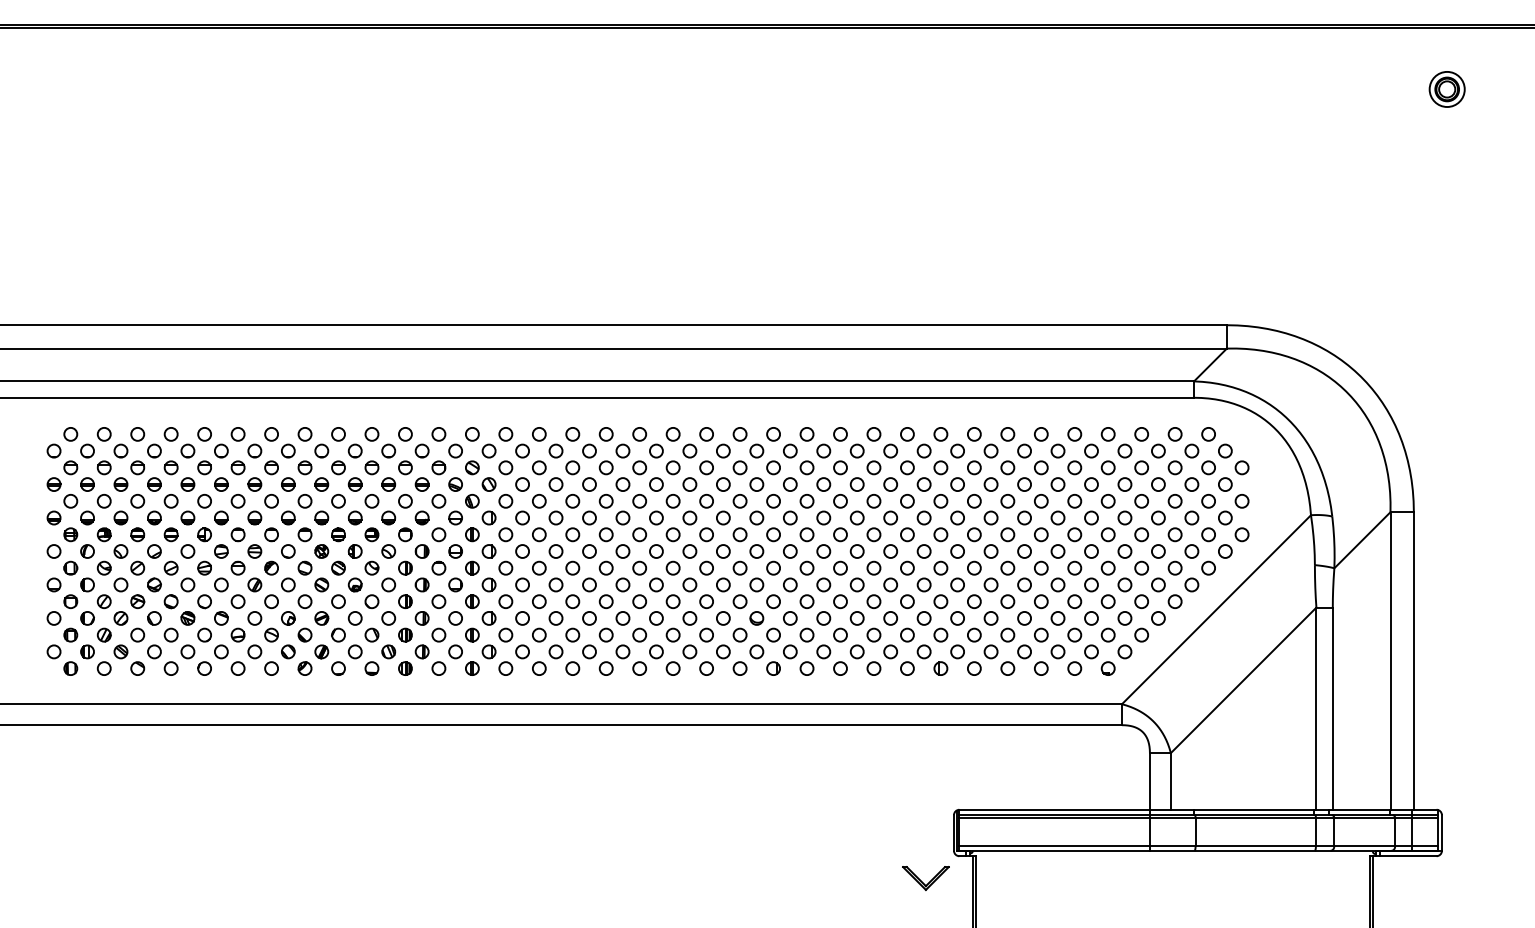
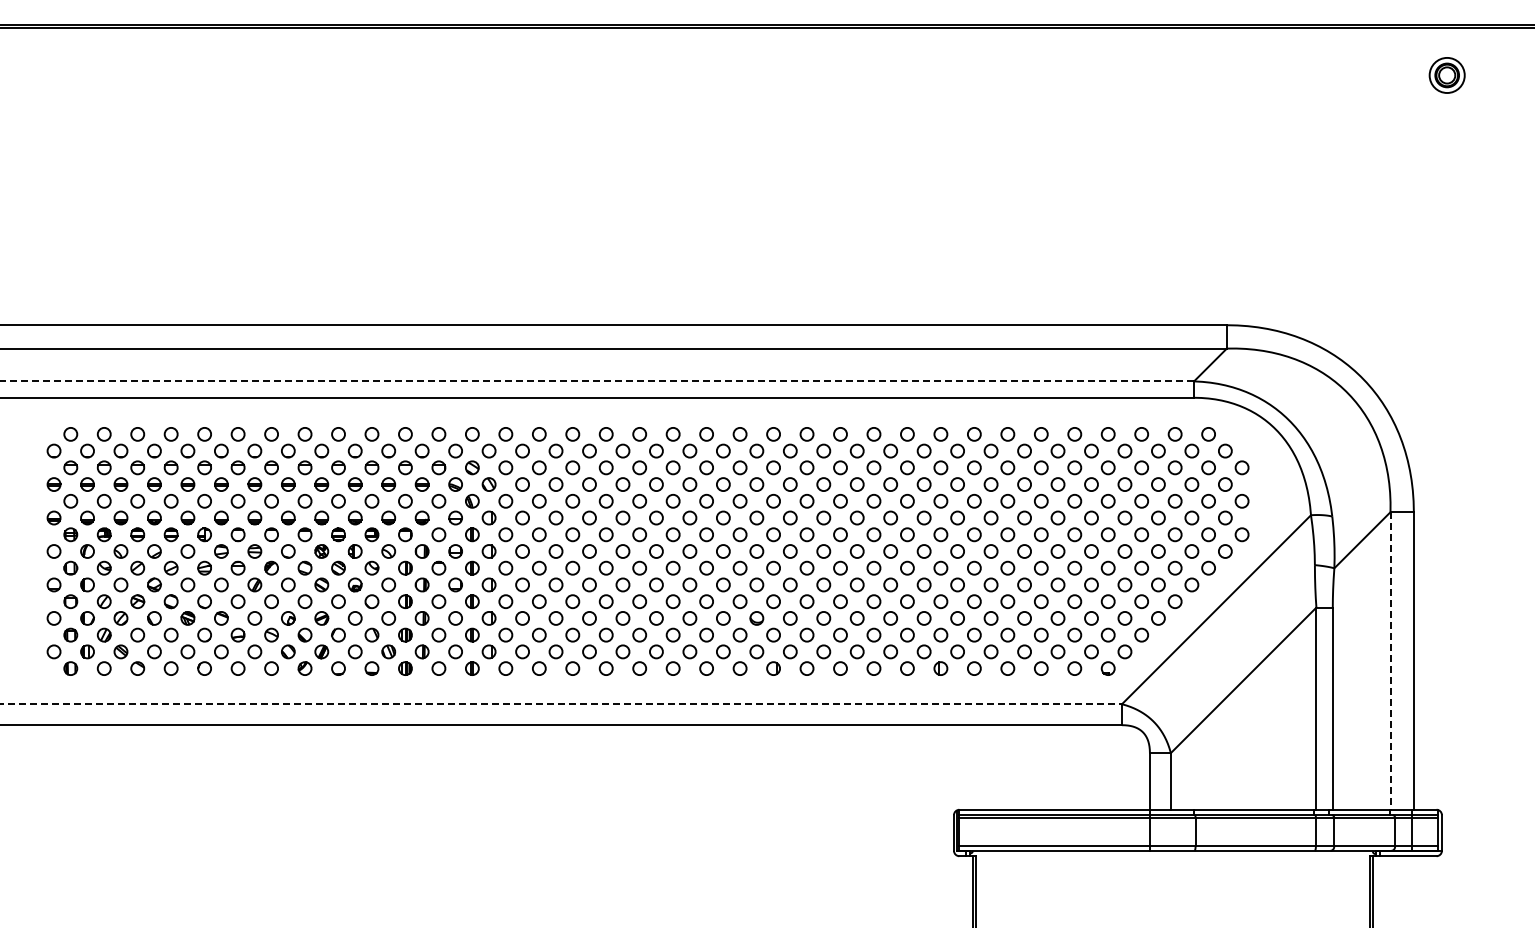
part at (1446, 89) position: (1446, 89) -> (1446, 75)
line at (597, 381): solid -> dashed
line at (1390, 660): solid -> dashed
line at (561, 704): solid -> dashed
part at (925, 878): present -> none
